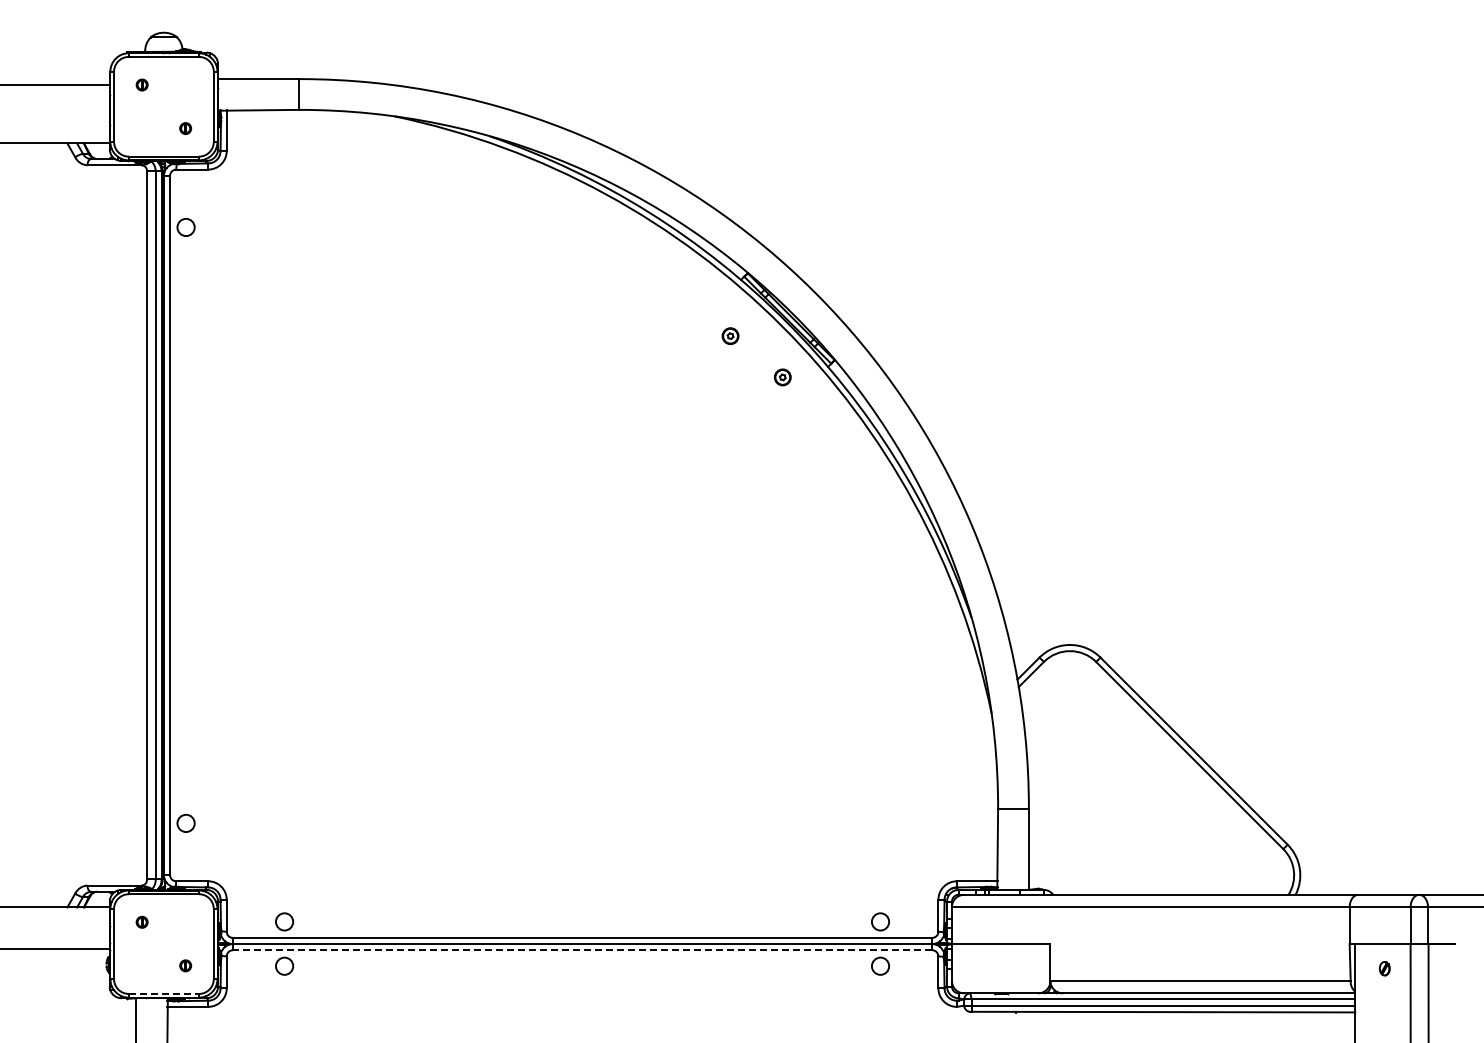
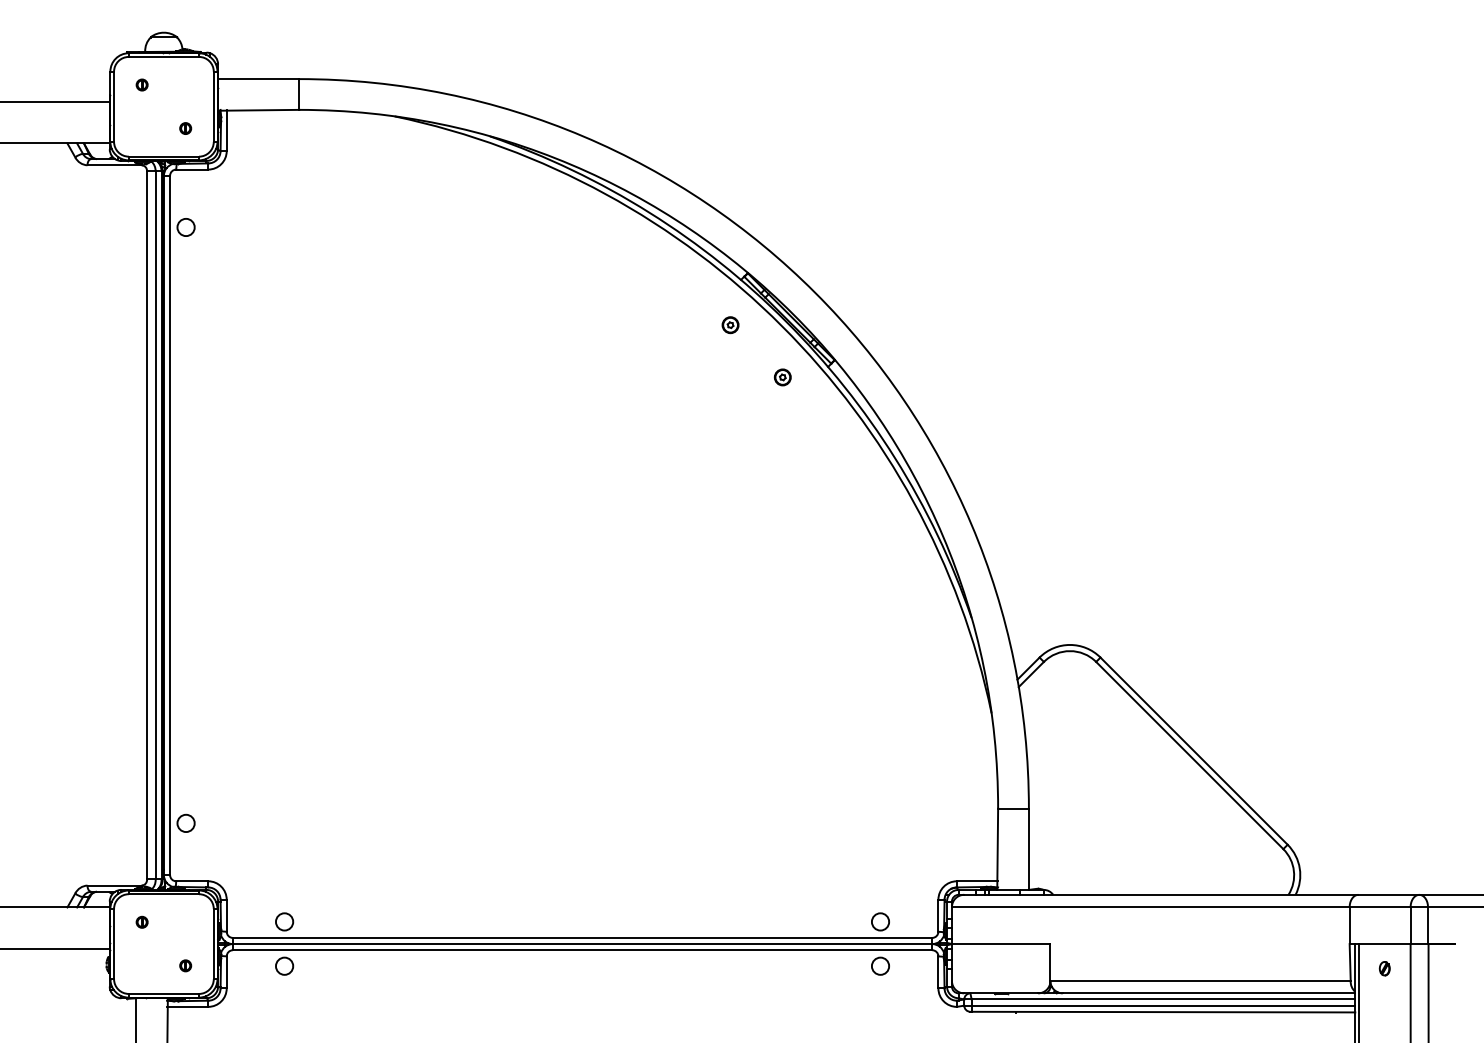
line at (55, 85) position: (55, 85) -> (55, 102)
part at (730, 336) position: (730, 336) -> (730, 325)
line at (582, 950): dashed -> solid
line at (1358, 991): none -> present
line at (164, 993): dashed -> solid
